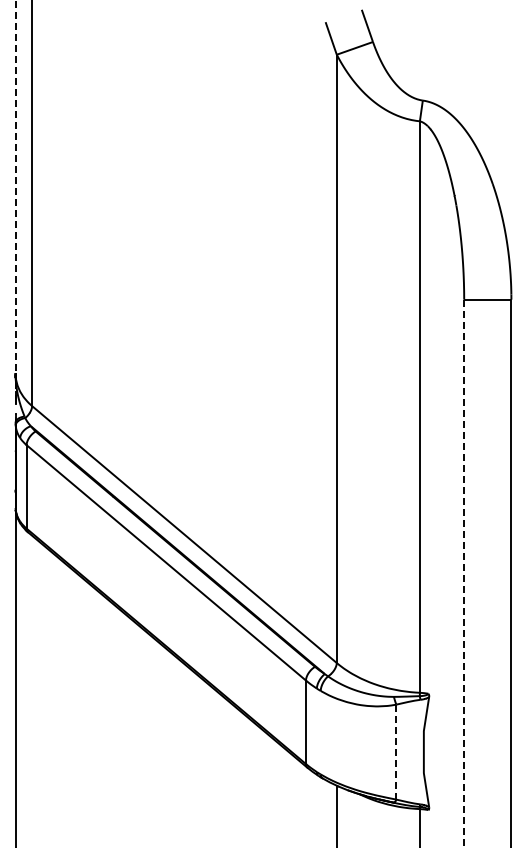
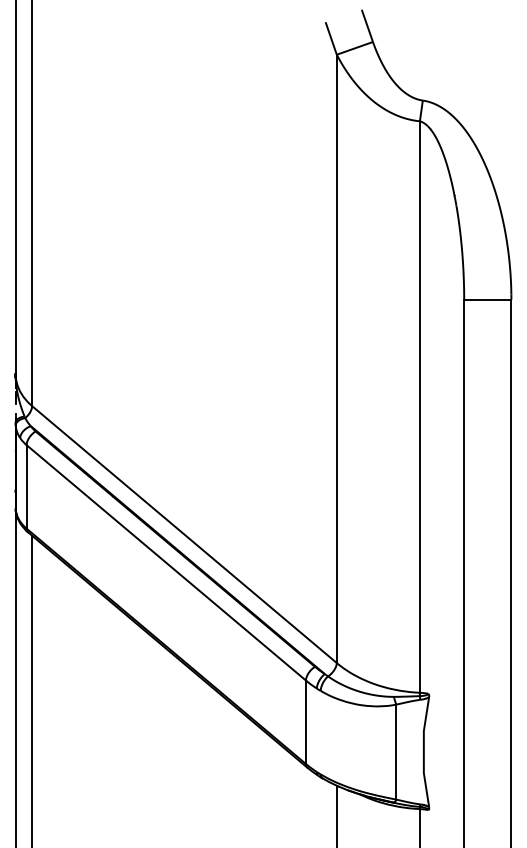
line at (15, 187): dashed -> solid
line at (464, 573): dashed -> solid
line at (32, 689): none -> present
line at (396, 752): dashed -> solid
